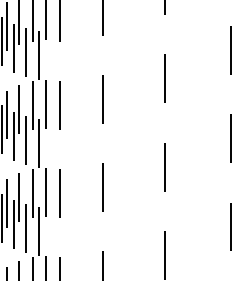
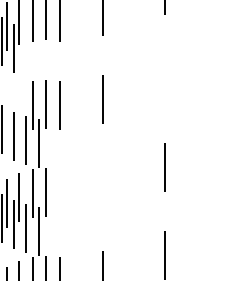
line at (230, 50): present -> none
line at (25, 52): present -> none
line at (38, 54): present -> none
line at (164, 78): present -> none
line at (19, 108): present -> none
line at (6, 114): present -> none
line at (230, 138): present -> none
line at (103, 186): present -> none
line at (59, 193): present -> none
line at (230, 226): present -> none
